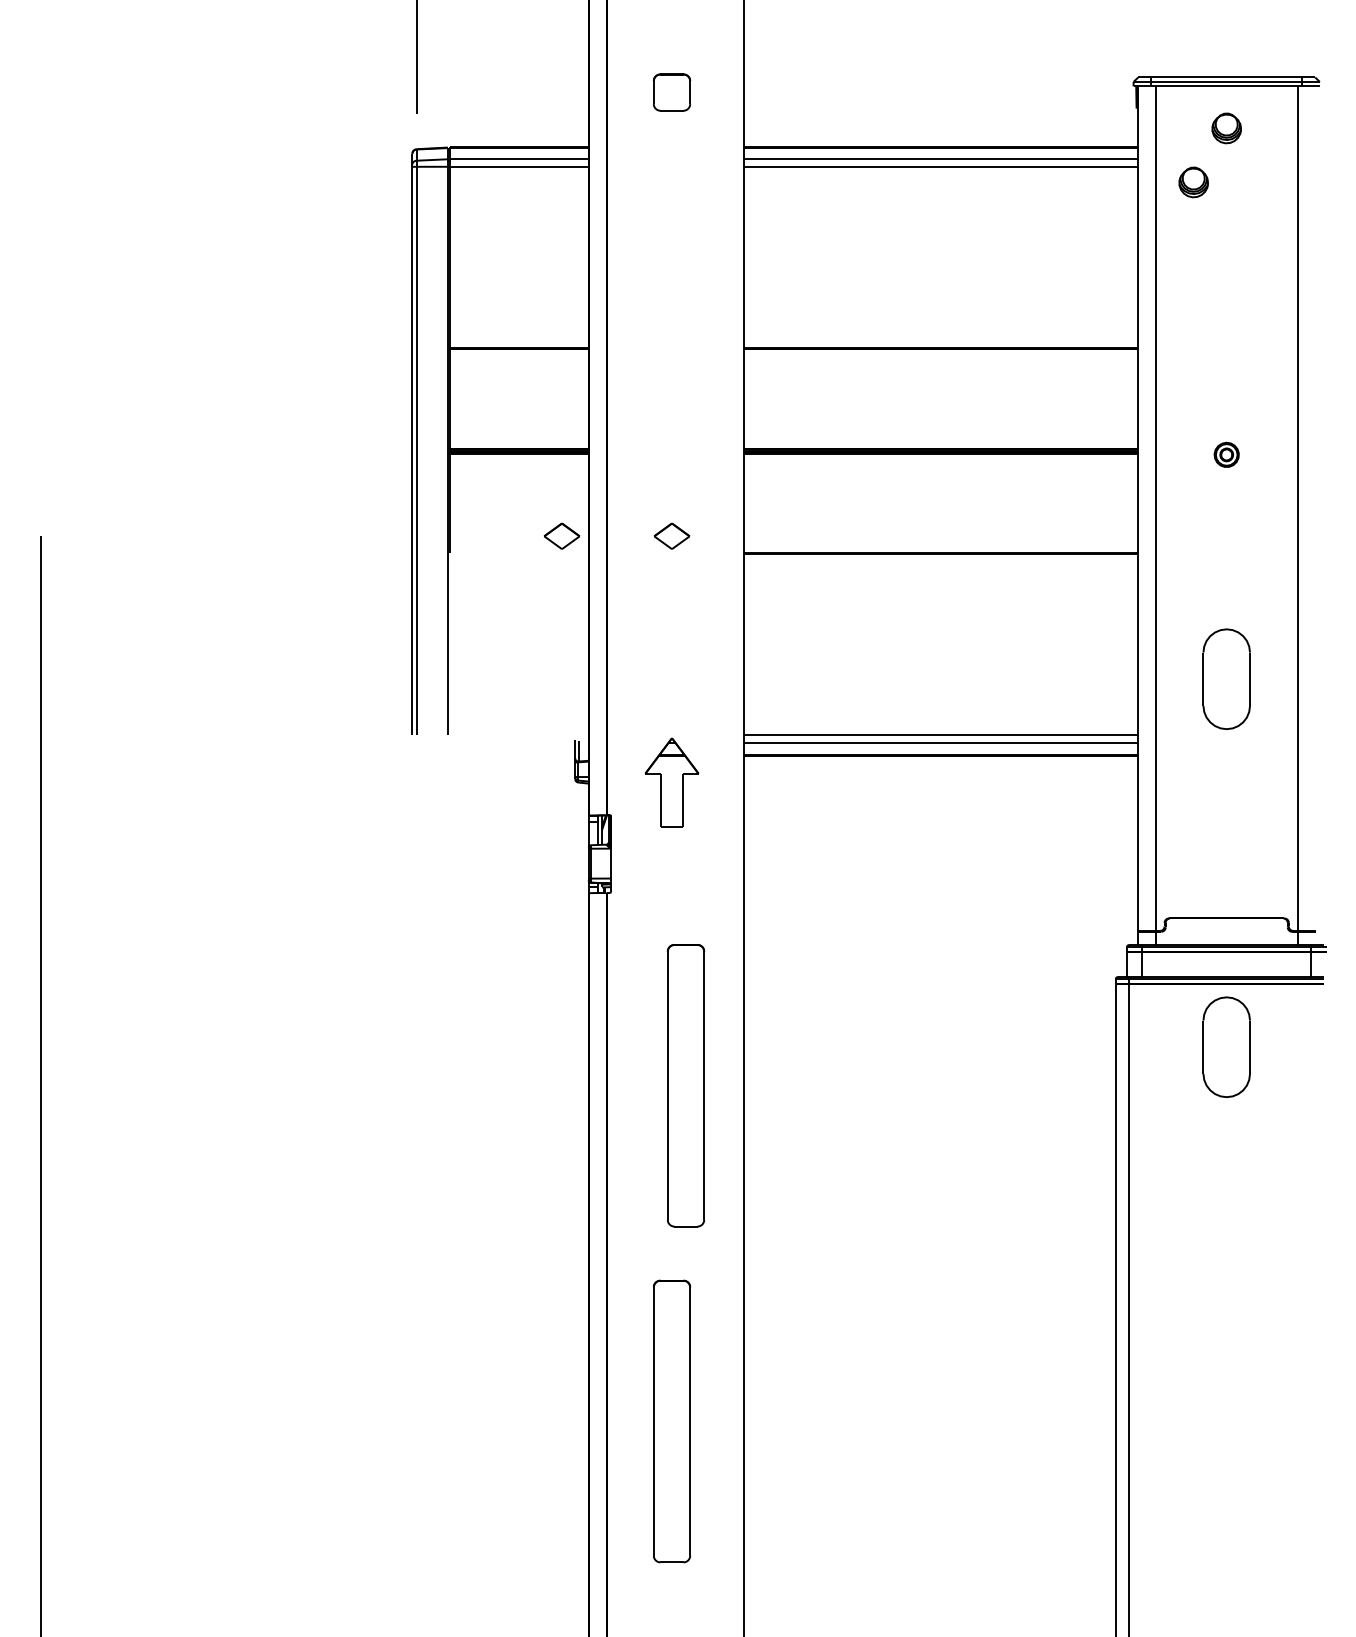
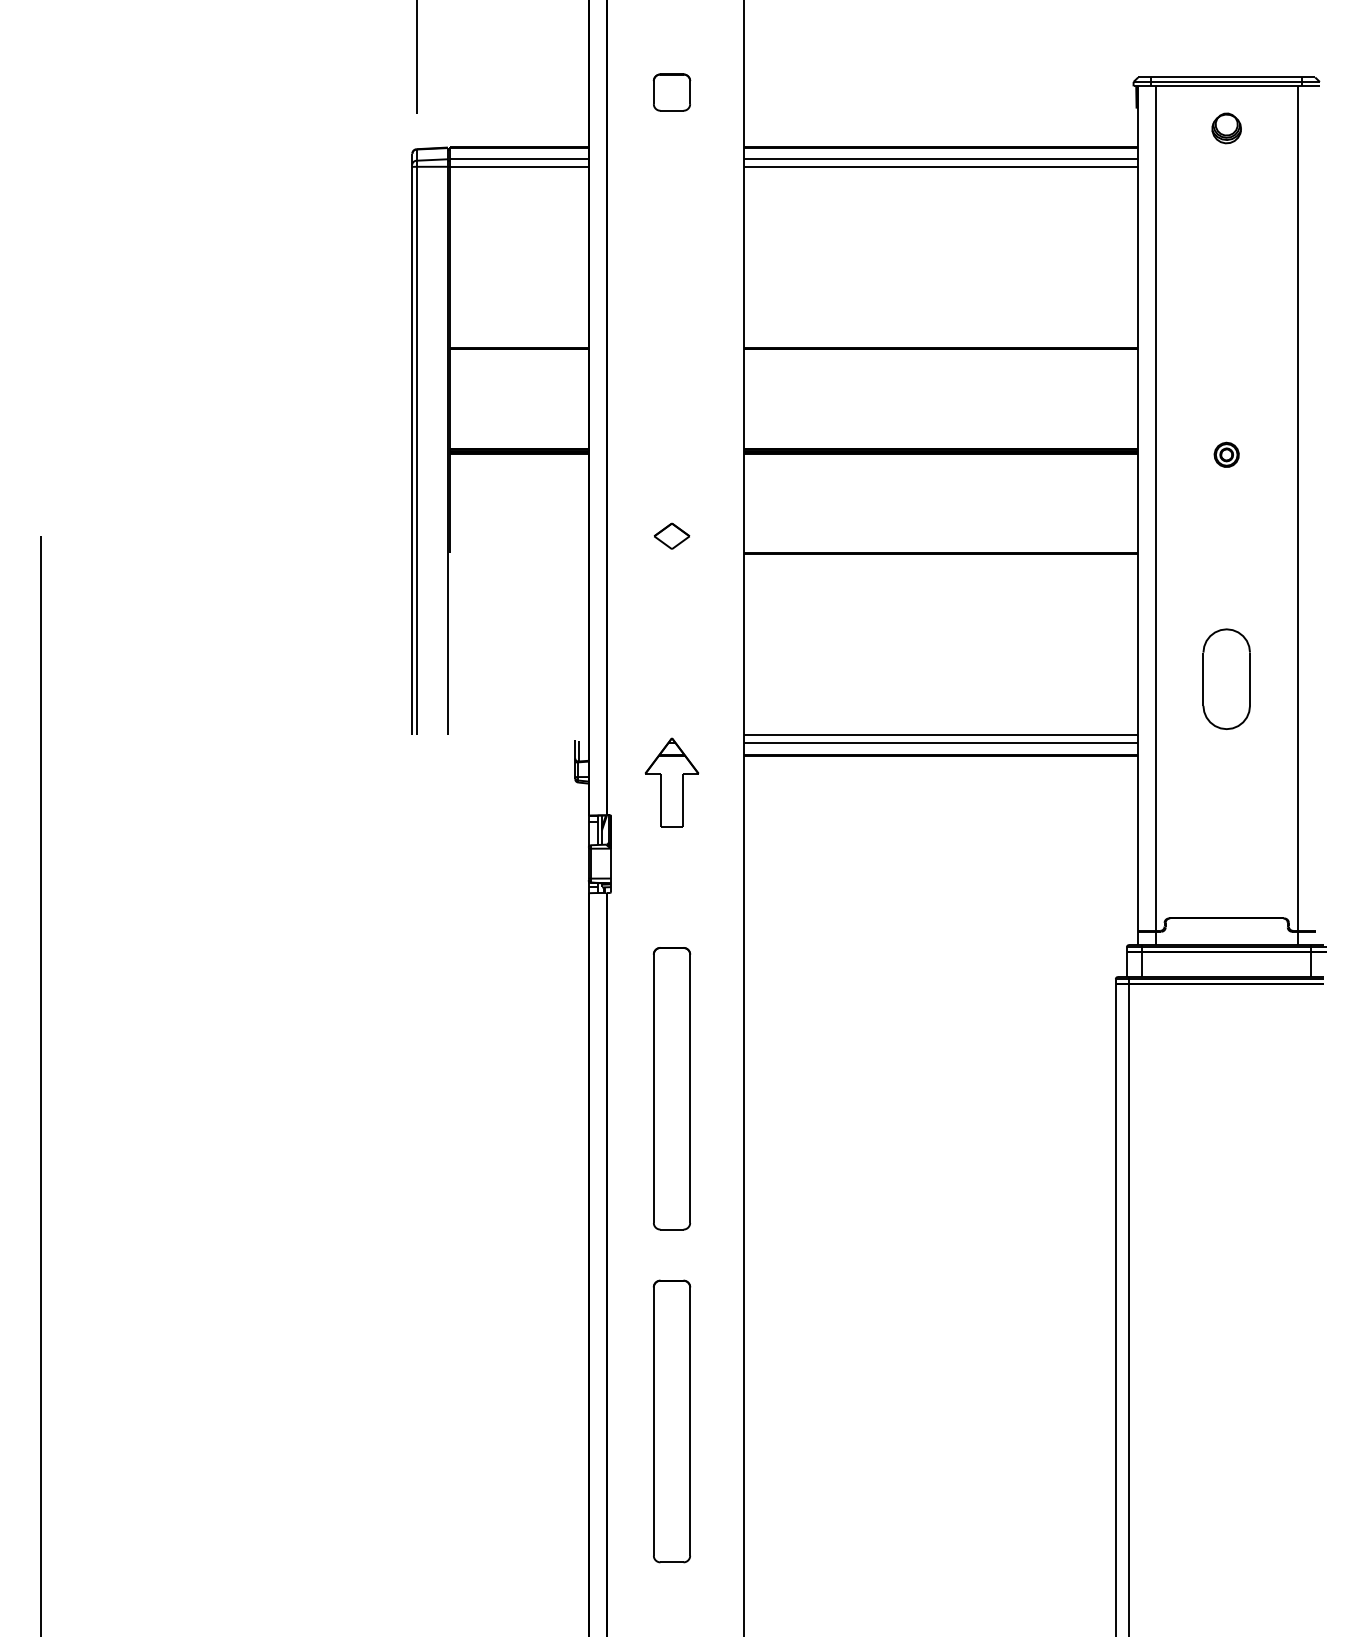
part at (1193, 182): present -> none
part at (561, 535): present -> none
part at (1226, 1046): present -> none
part at (686, 1085) position: (686, 1085) -> (672, 1088)
